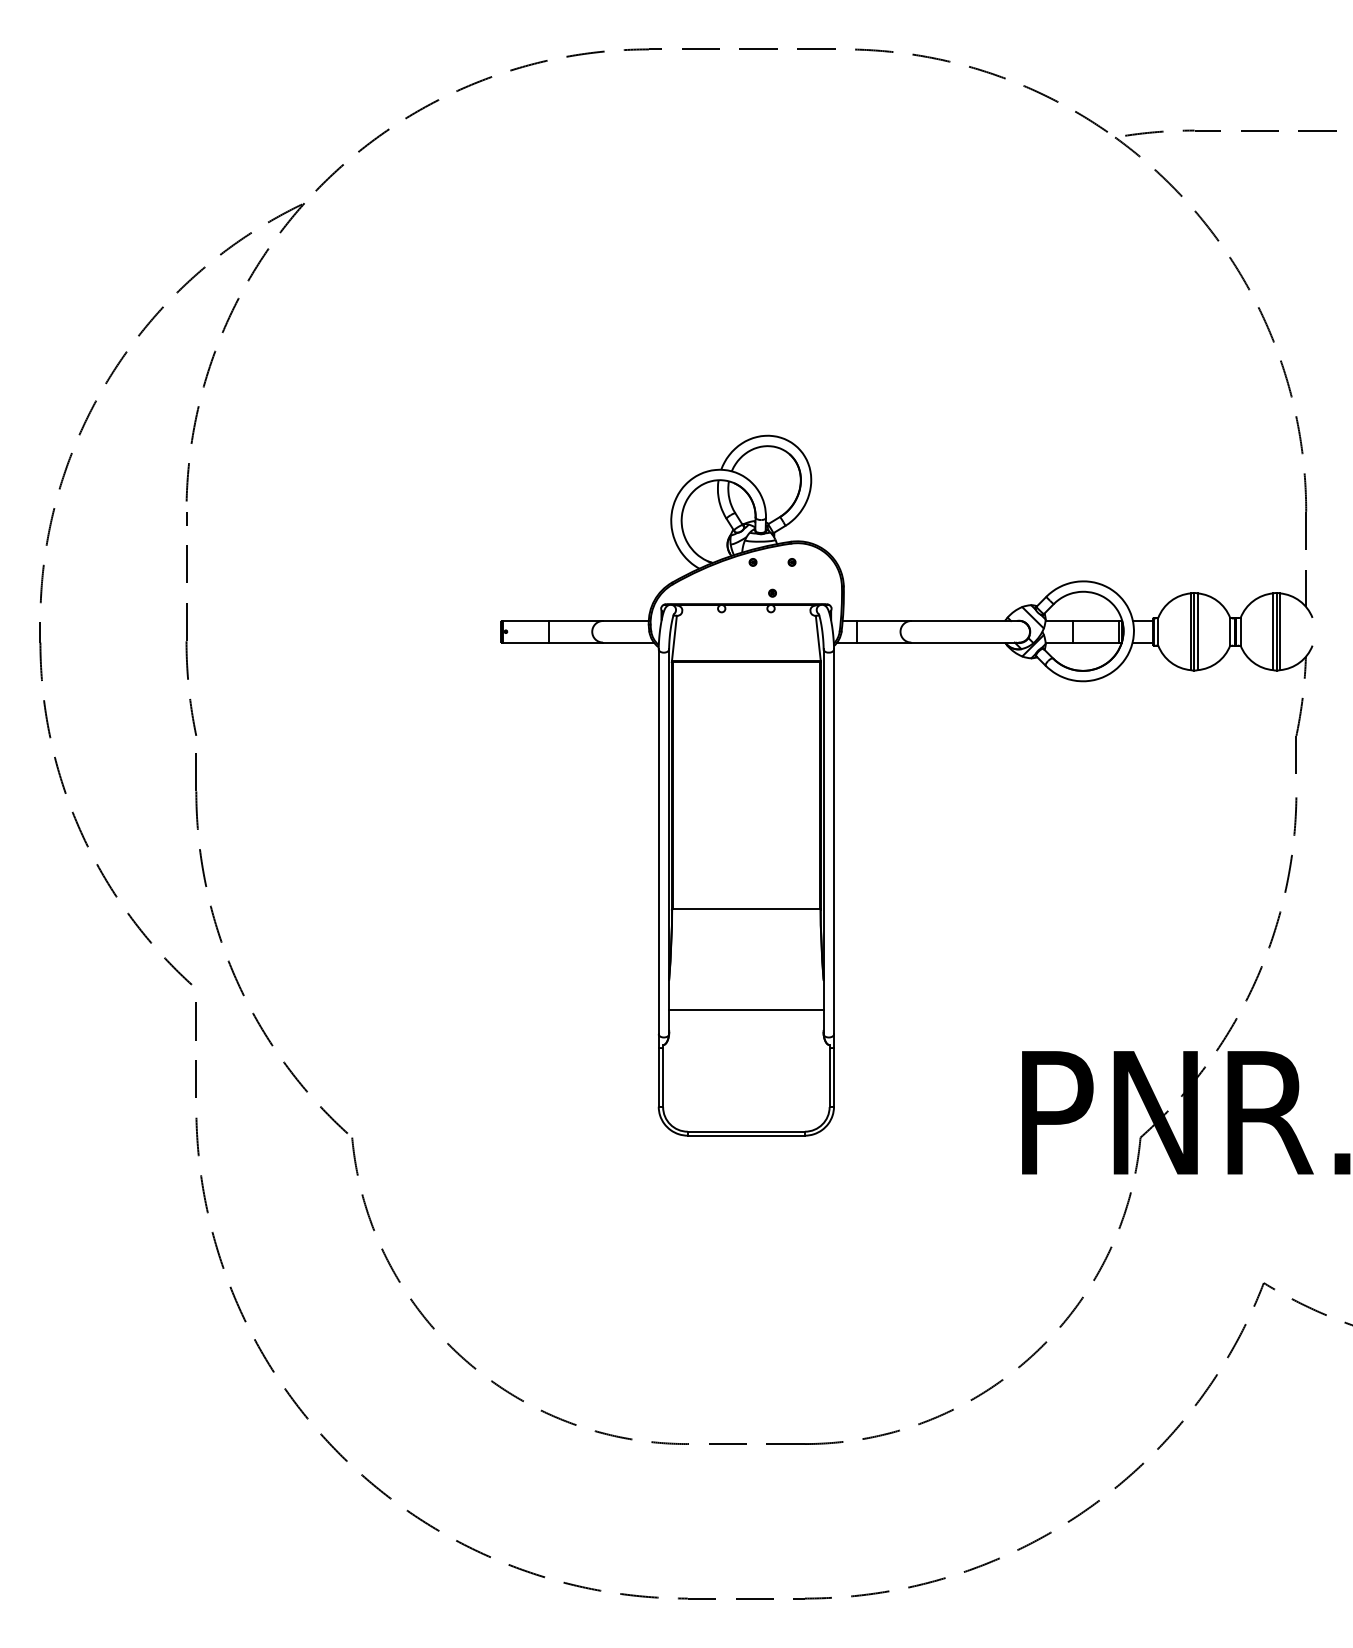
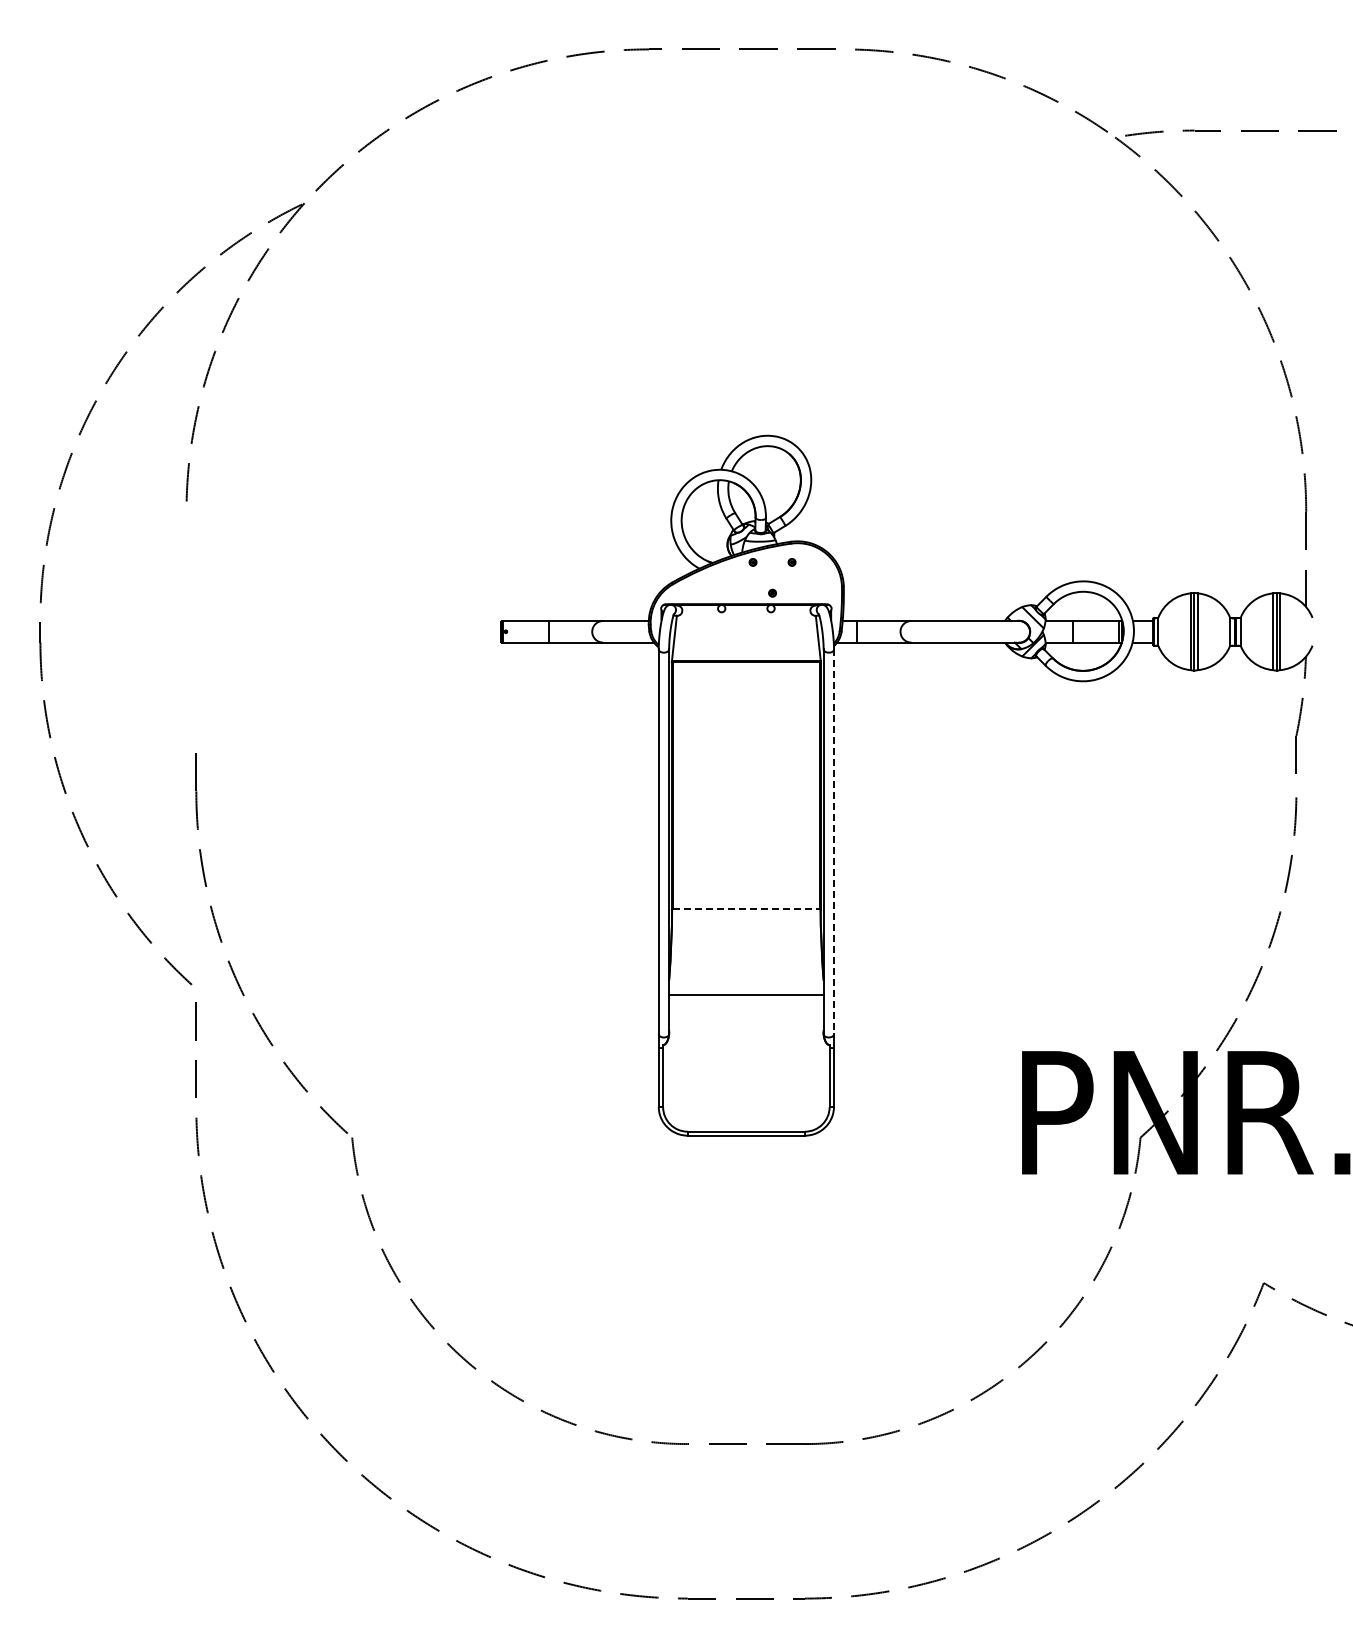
part at (191, 623): present -> none
line at (834, 842): solid -> dashed
line at (746, 908): solid -> dashed
line at (746, 1009) position: (746, 1009) -> (746, 994)
